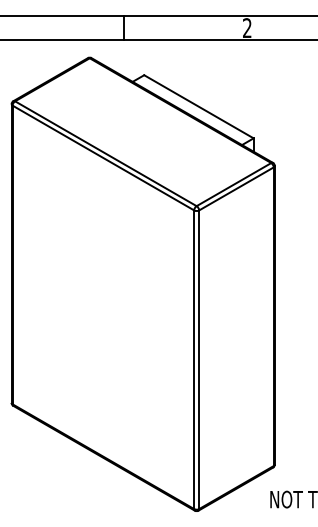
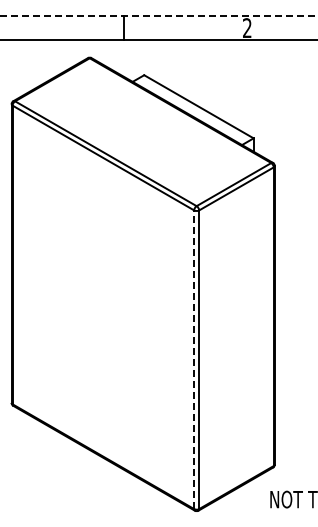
line at (158, 15): solid -> dashed
line at (194, 359): solid -> dashed
